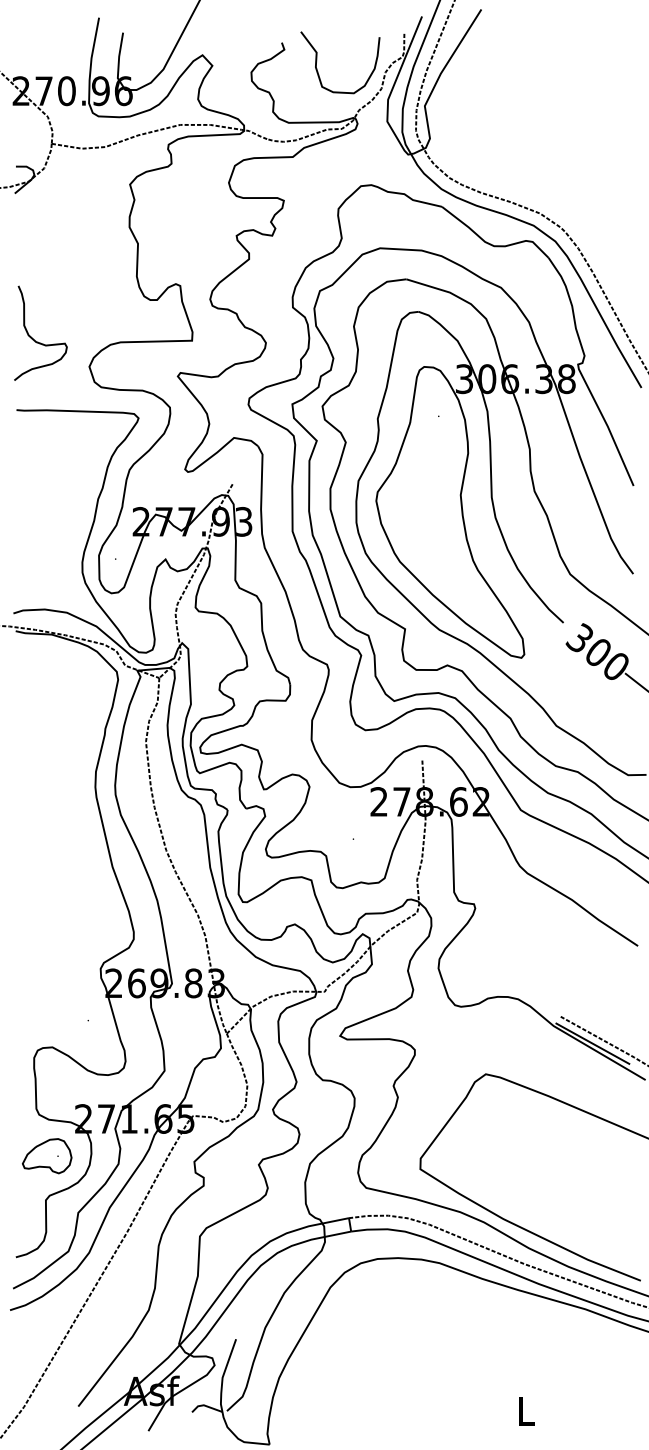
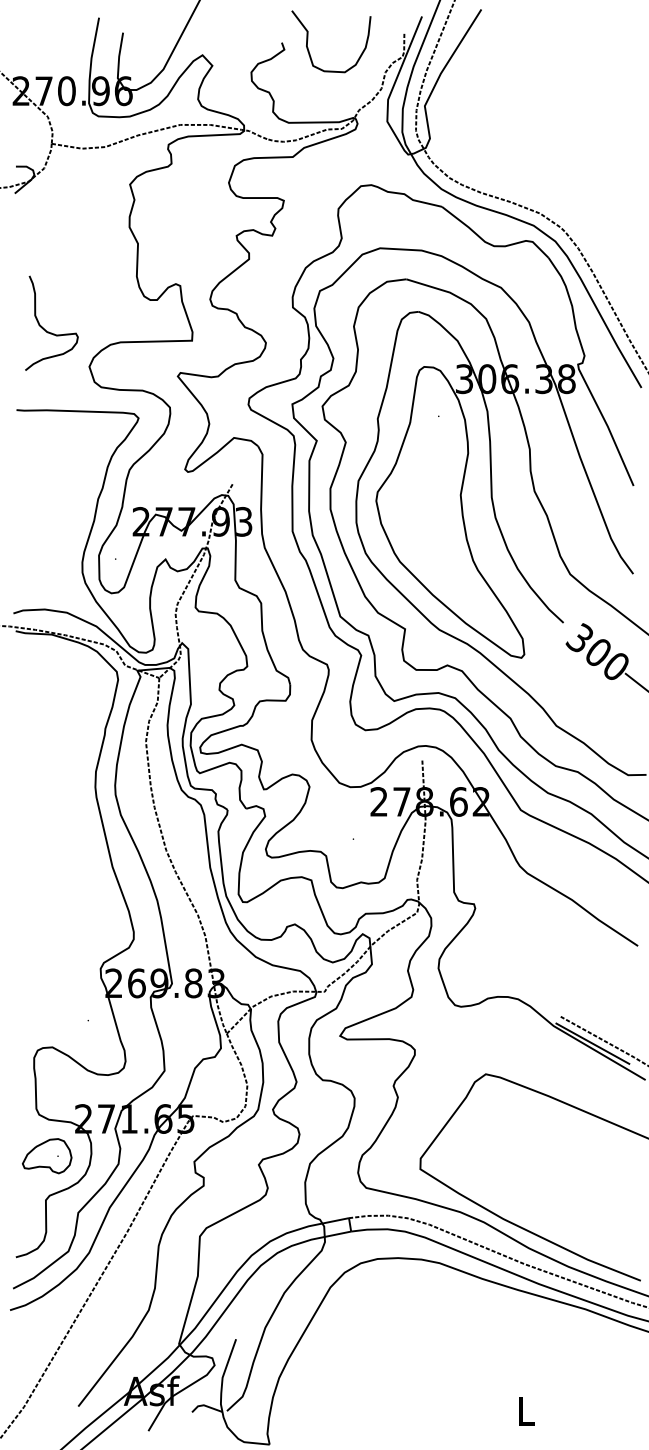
curve at (317, 61) position: (317, 61) -> (308, 40)
curve at (33, 338) position: (33, 338) -> (44, 328)
